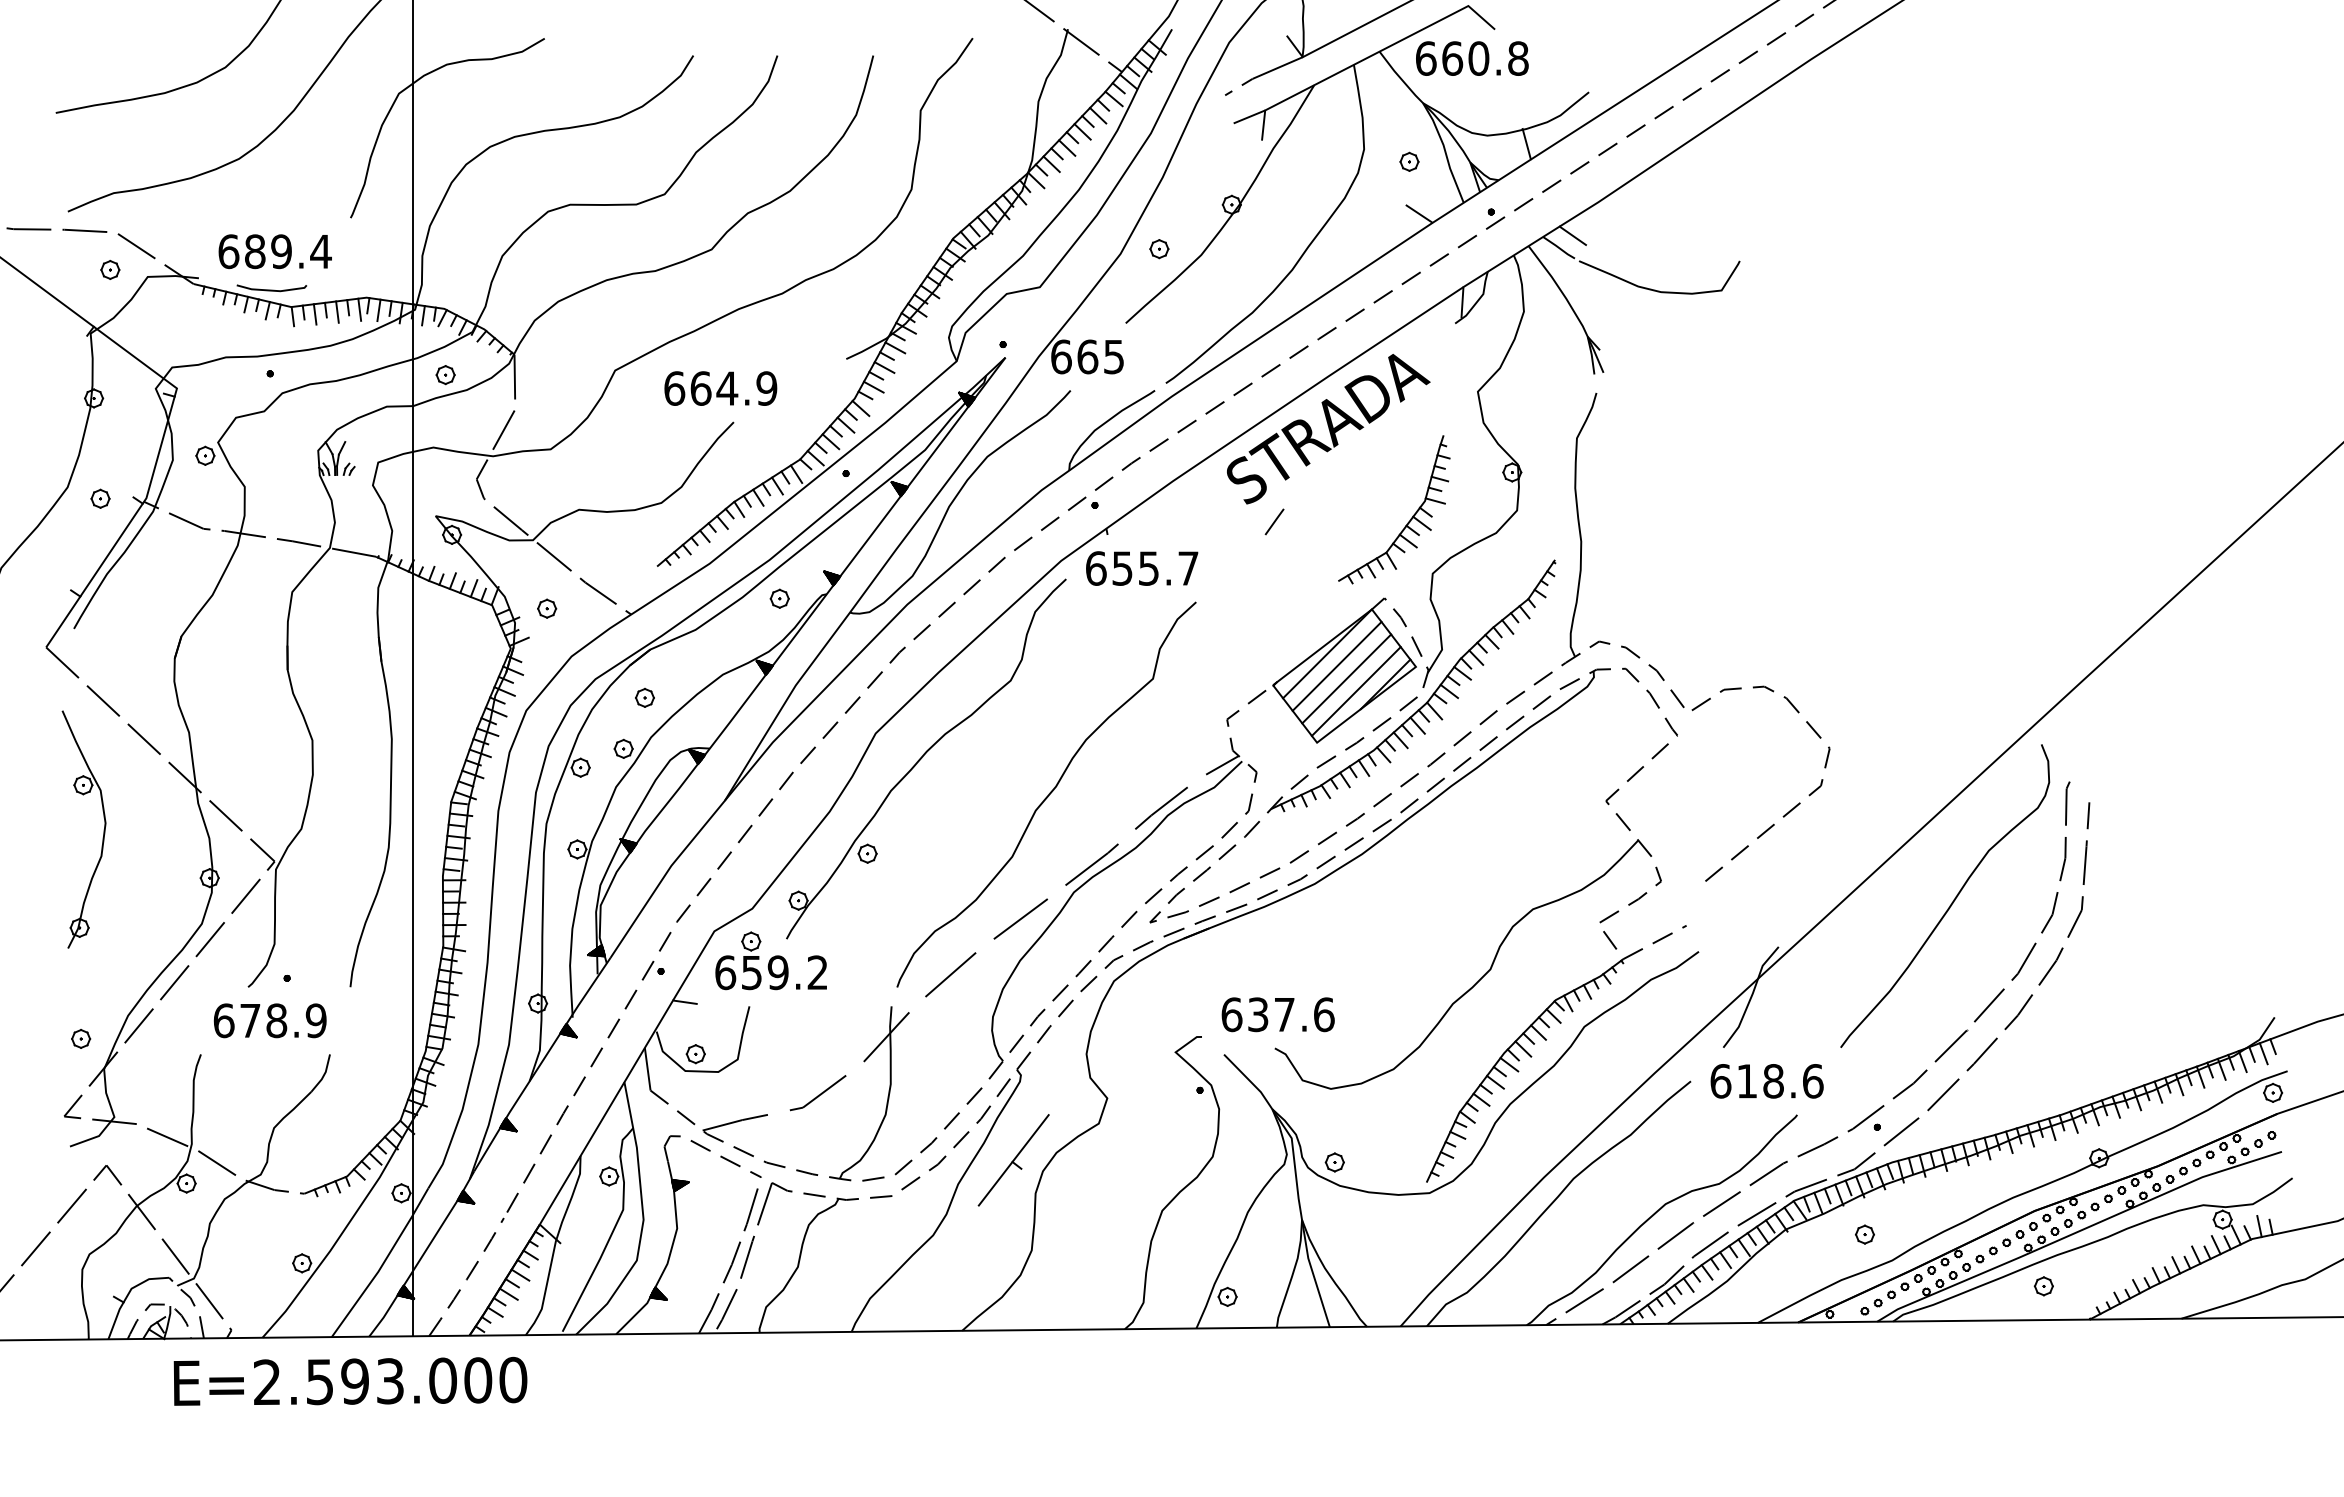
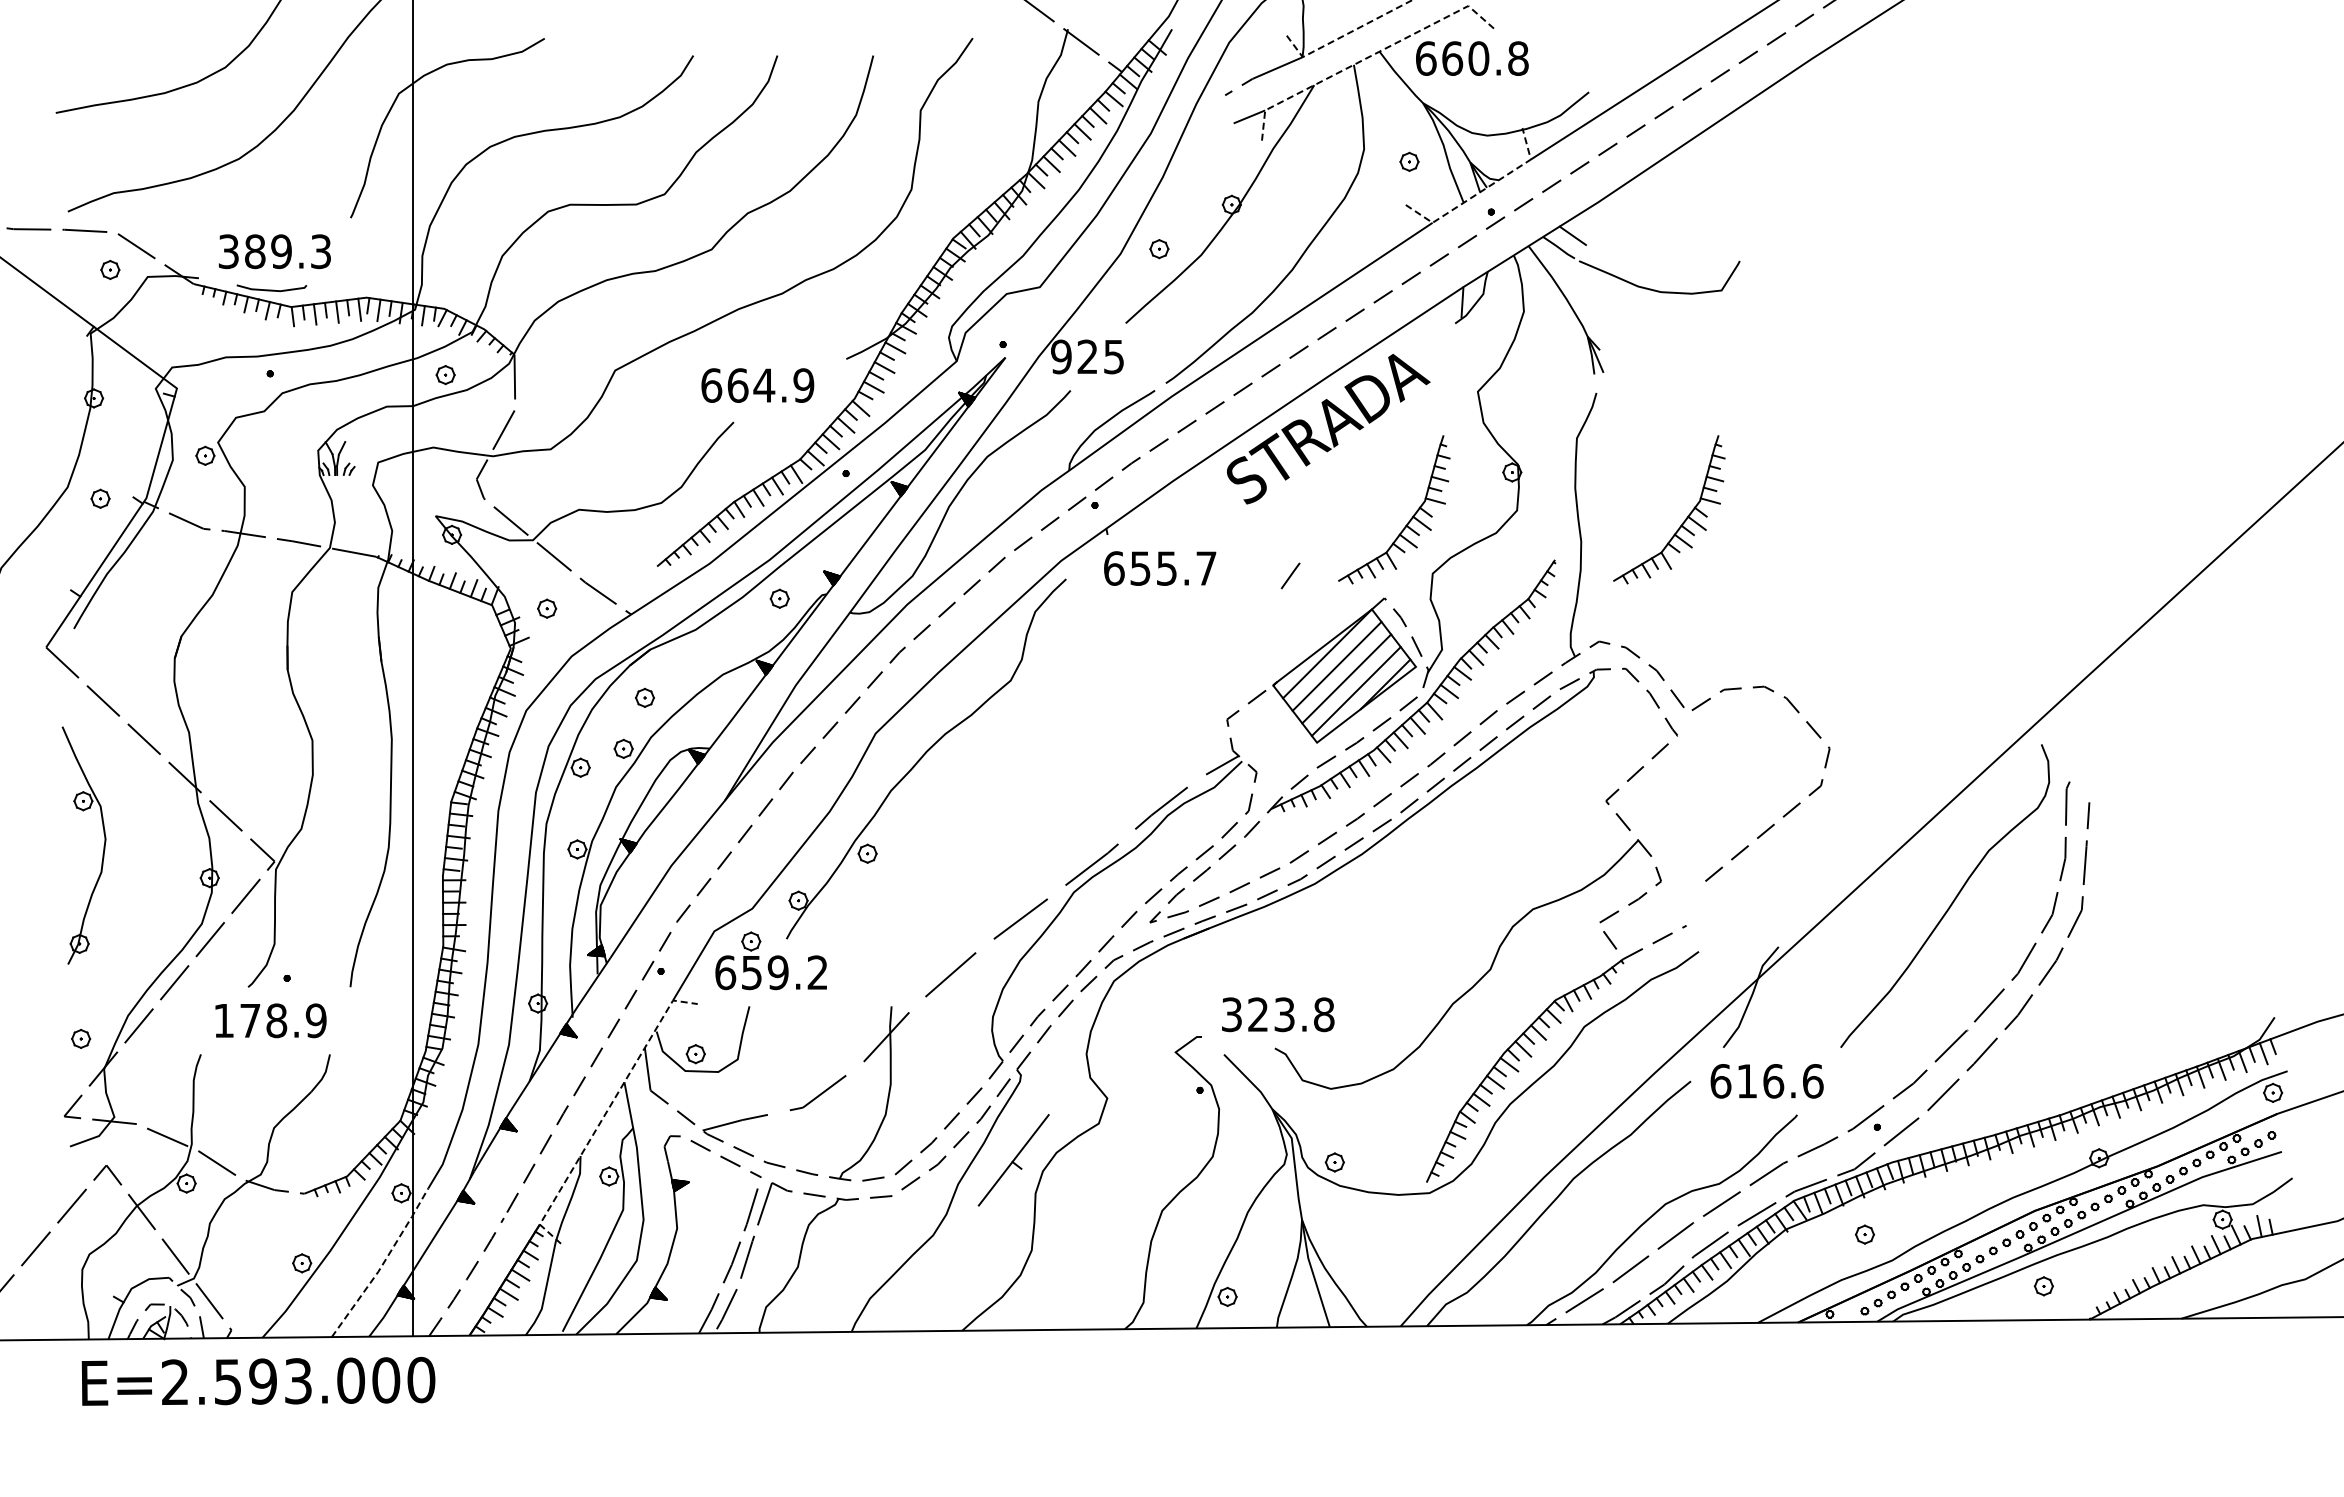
line at (1345, 35): solid -> dashed
line at (1369, 57): solid -> dashed
line at (1482, 190): solid -> dashed
text at (274, 251): 689.4 -> 389.3
text at (1074, 356): 665 -> 925
text at (720, 388) position: (720, 388) -> (757, 385)
part at (1685, 518): none -> present
line at (1274, 521) position: (1274, 521) -> (1290, 575)
text at (1142, 568) position: (1142, 568) -> (1160, 568)
curve at (1047, 795): present -> none
part at (103, 829) position: (103, 829) -> (103, 845)
text at (1277, 1014): 637.6 -> 323.8
text at (223, 1020): 678.9 -> 178.9
text at (1773, 1081): 618.6 -> 616.6
line at (605, 1113): solid -> dashed
line at (383, 1264): solid -> dashed
text at (350, 1380) position: (350, 1380) -> (258, 1380)
